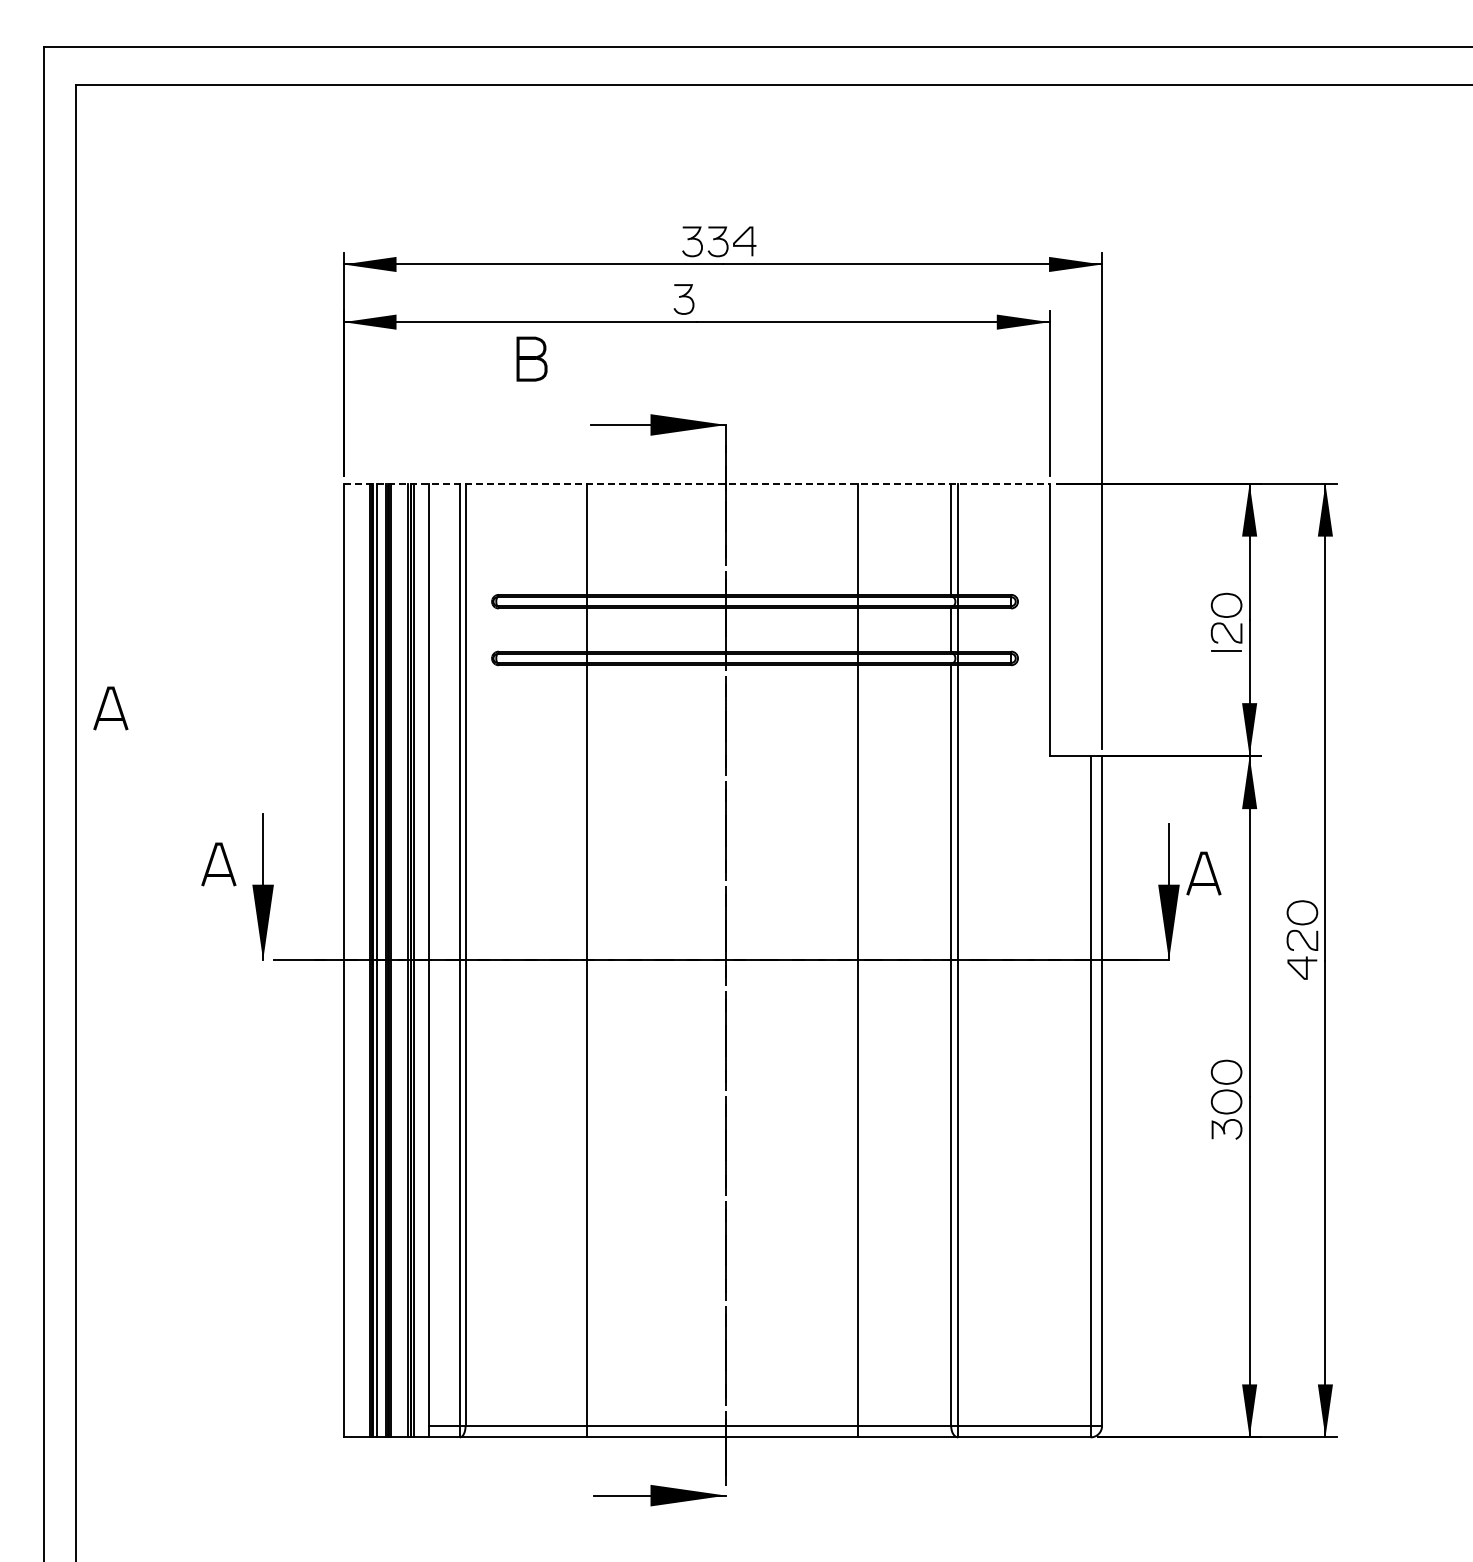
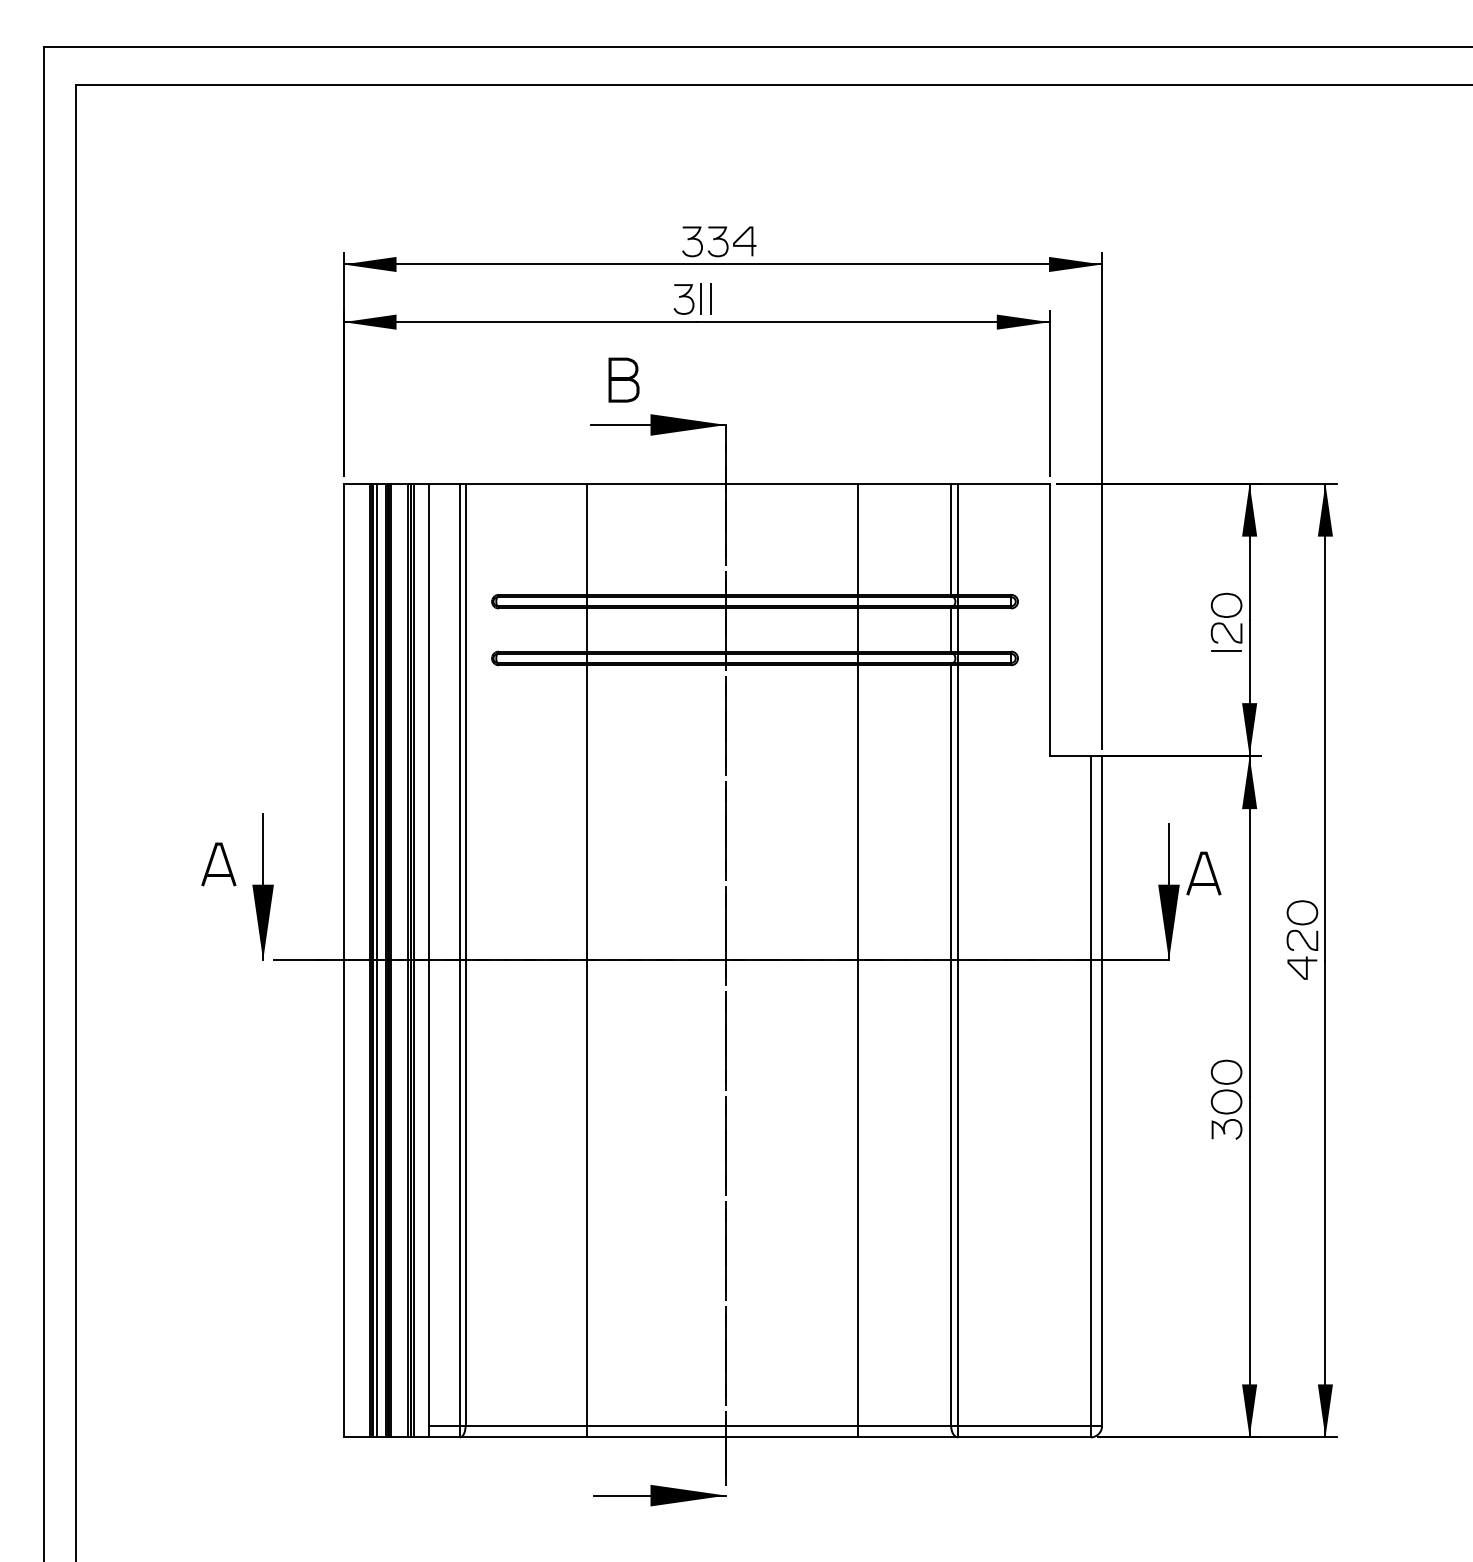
line at (701, 298): none -> present
line at (711, 298): none -> present
part at (531, 358) position: (531, 358) -> (623, 379)
line at (697, 483): dashed -> solid
part at (110, 708): present -> none
